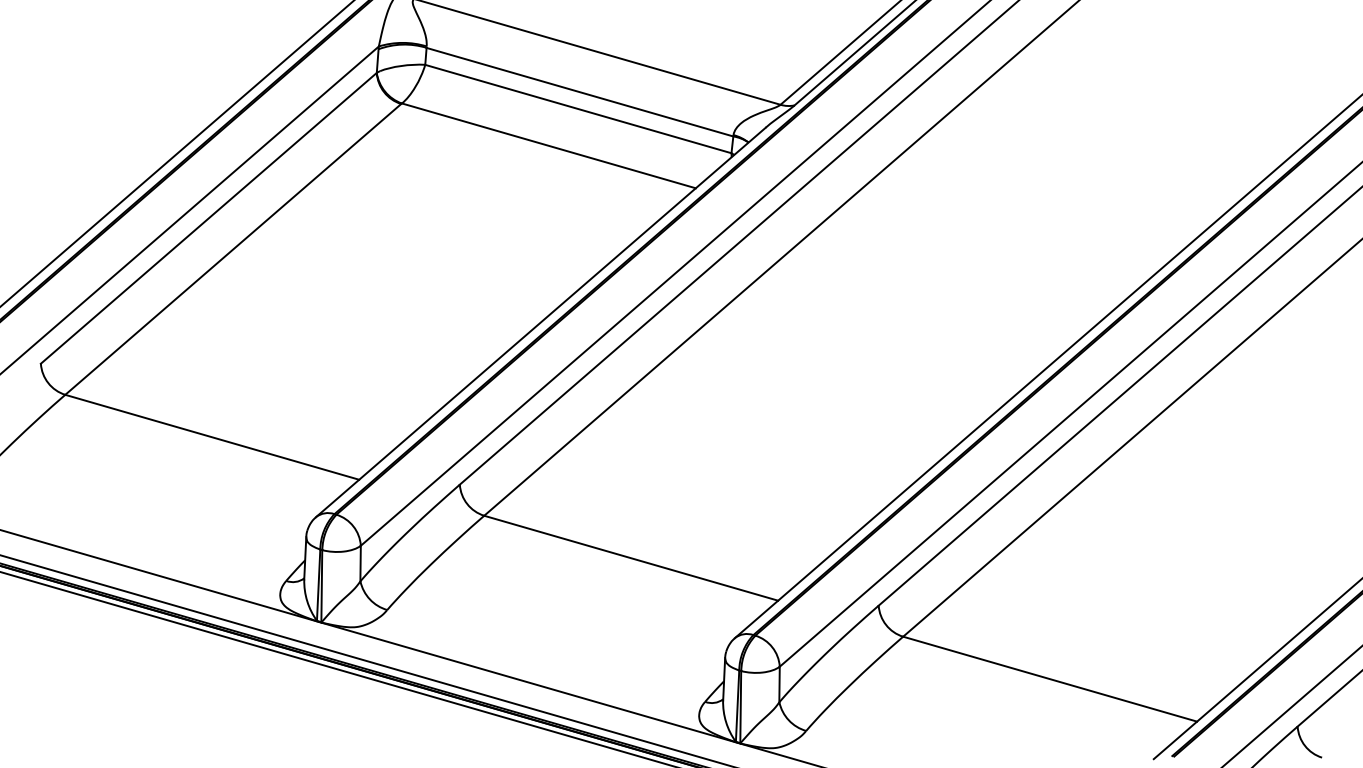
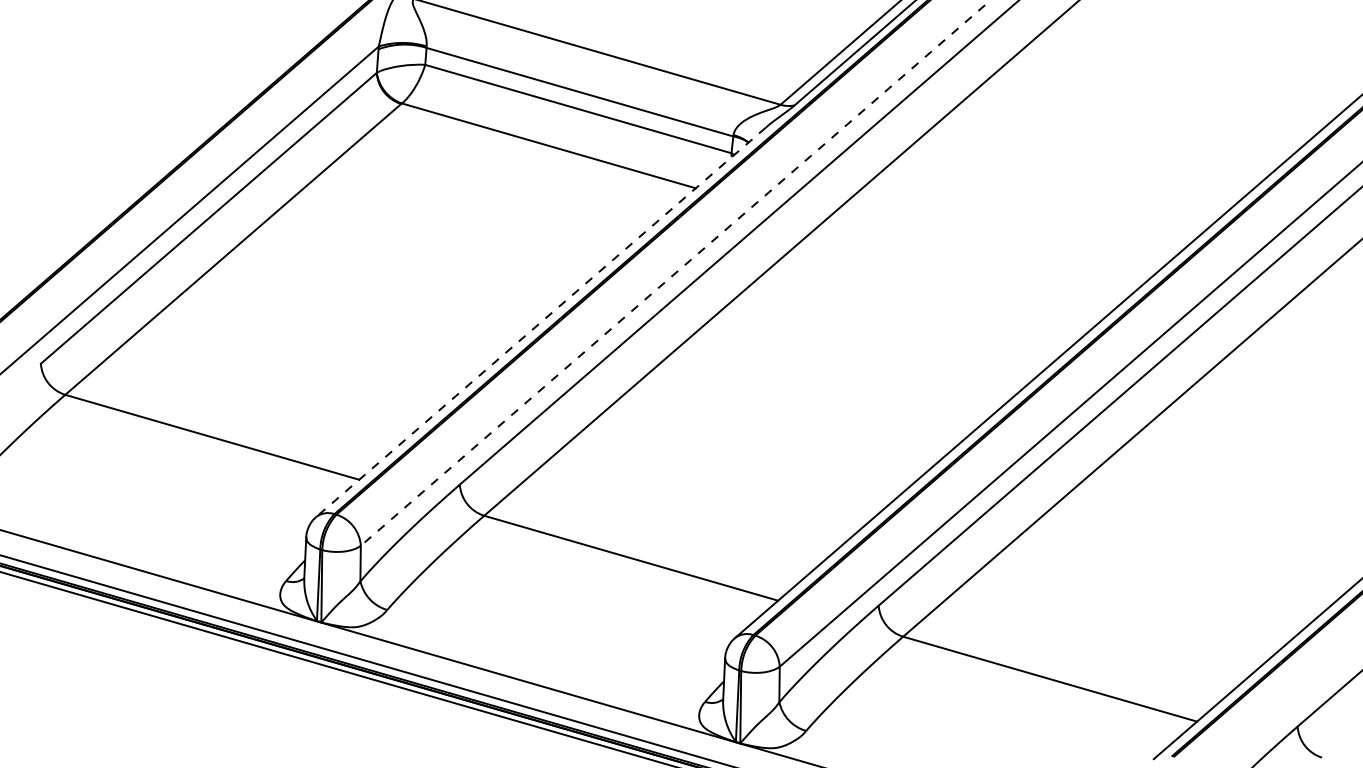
line at (177, 153): present -> none
line at (675, 273): solid -> dashed
line at (540, 322): solid -> dashed
line at (1292, 706): present -> none
